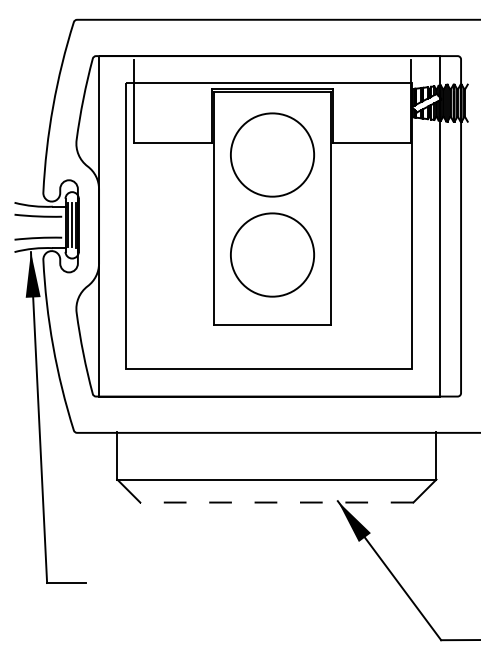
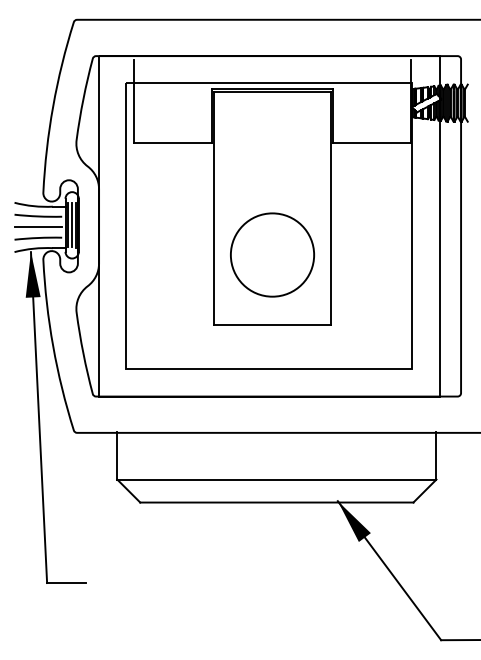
circle at (272, 154): present -> none
line at (37, 227): none -> present
line at (276, 502): dashed -> solid
